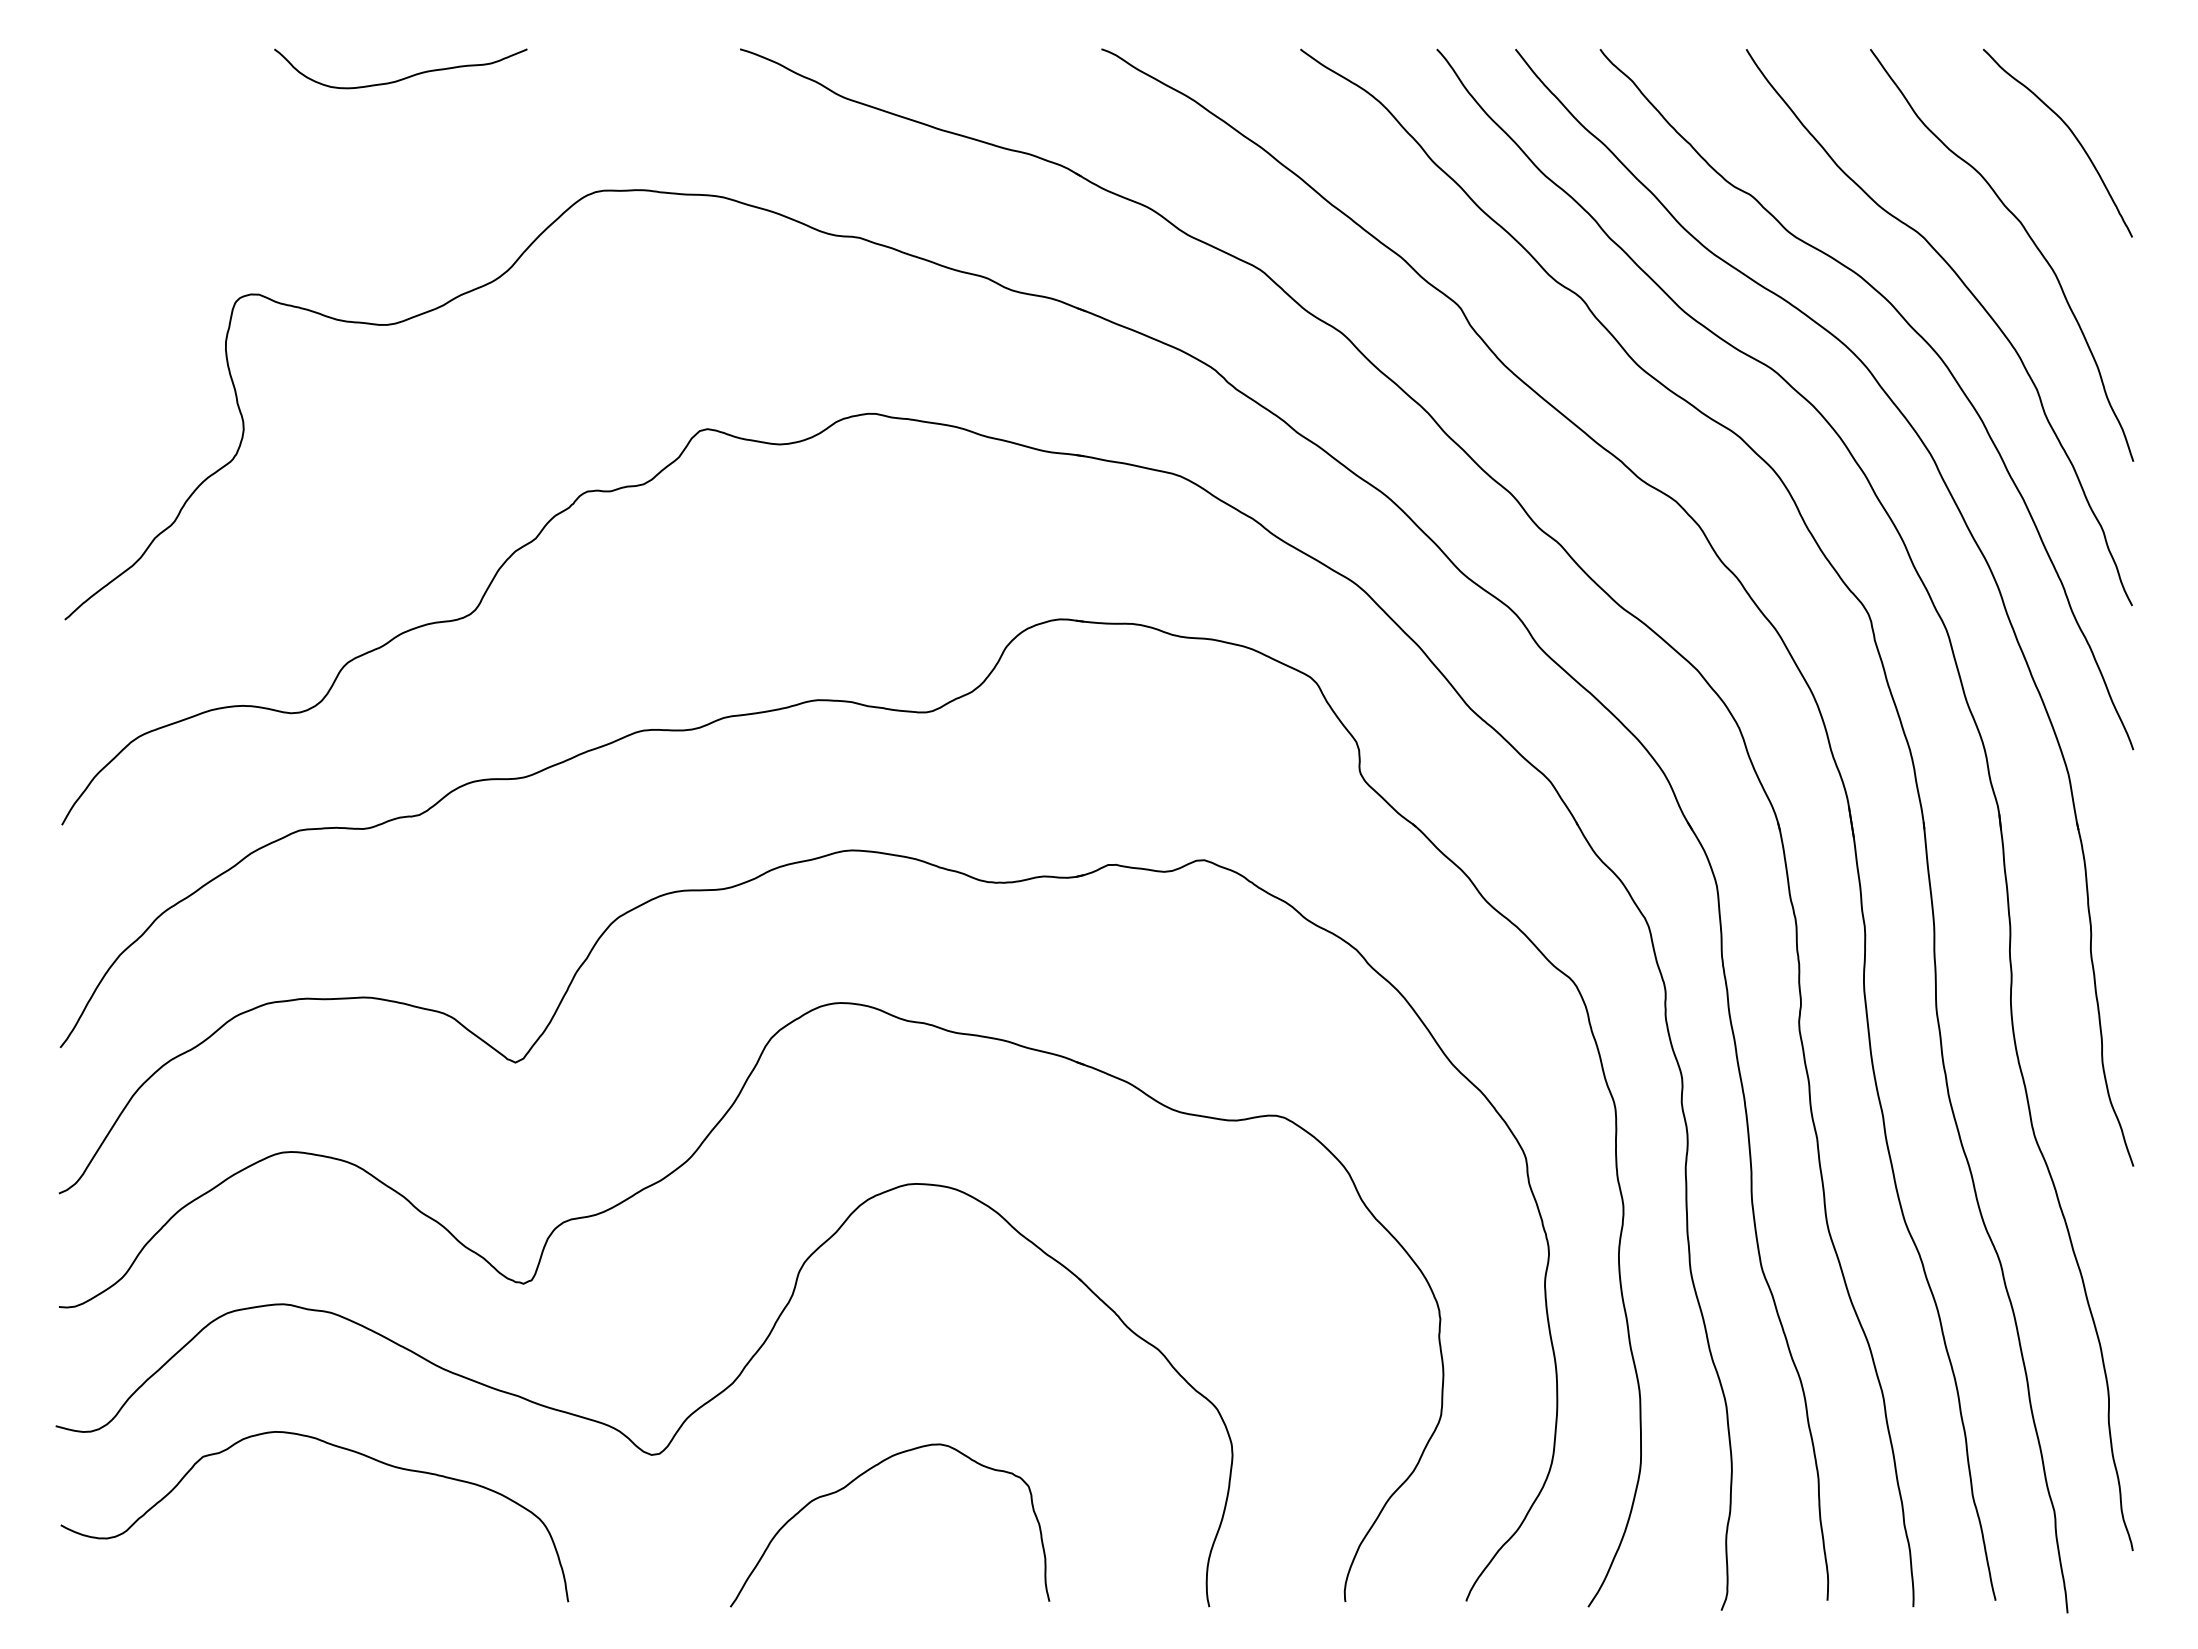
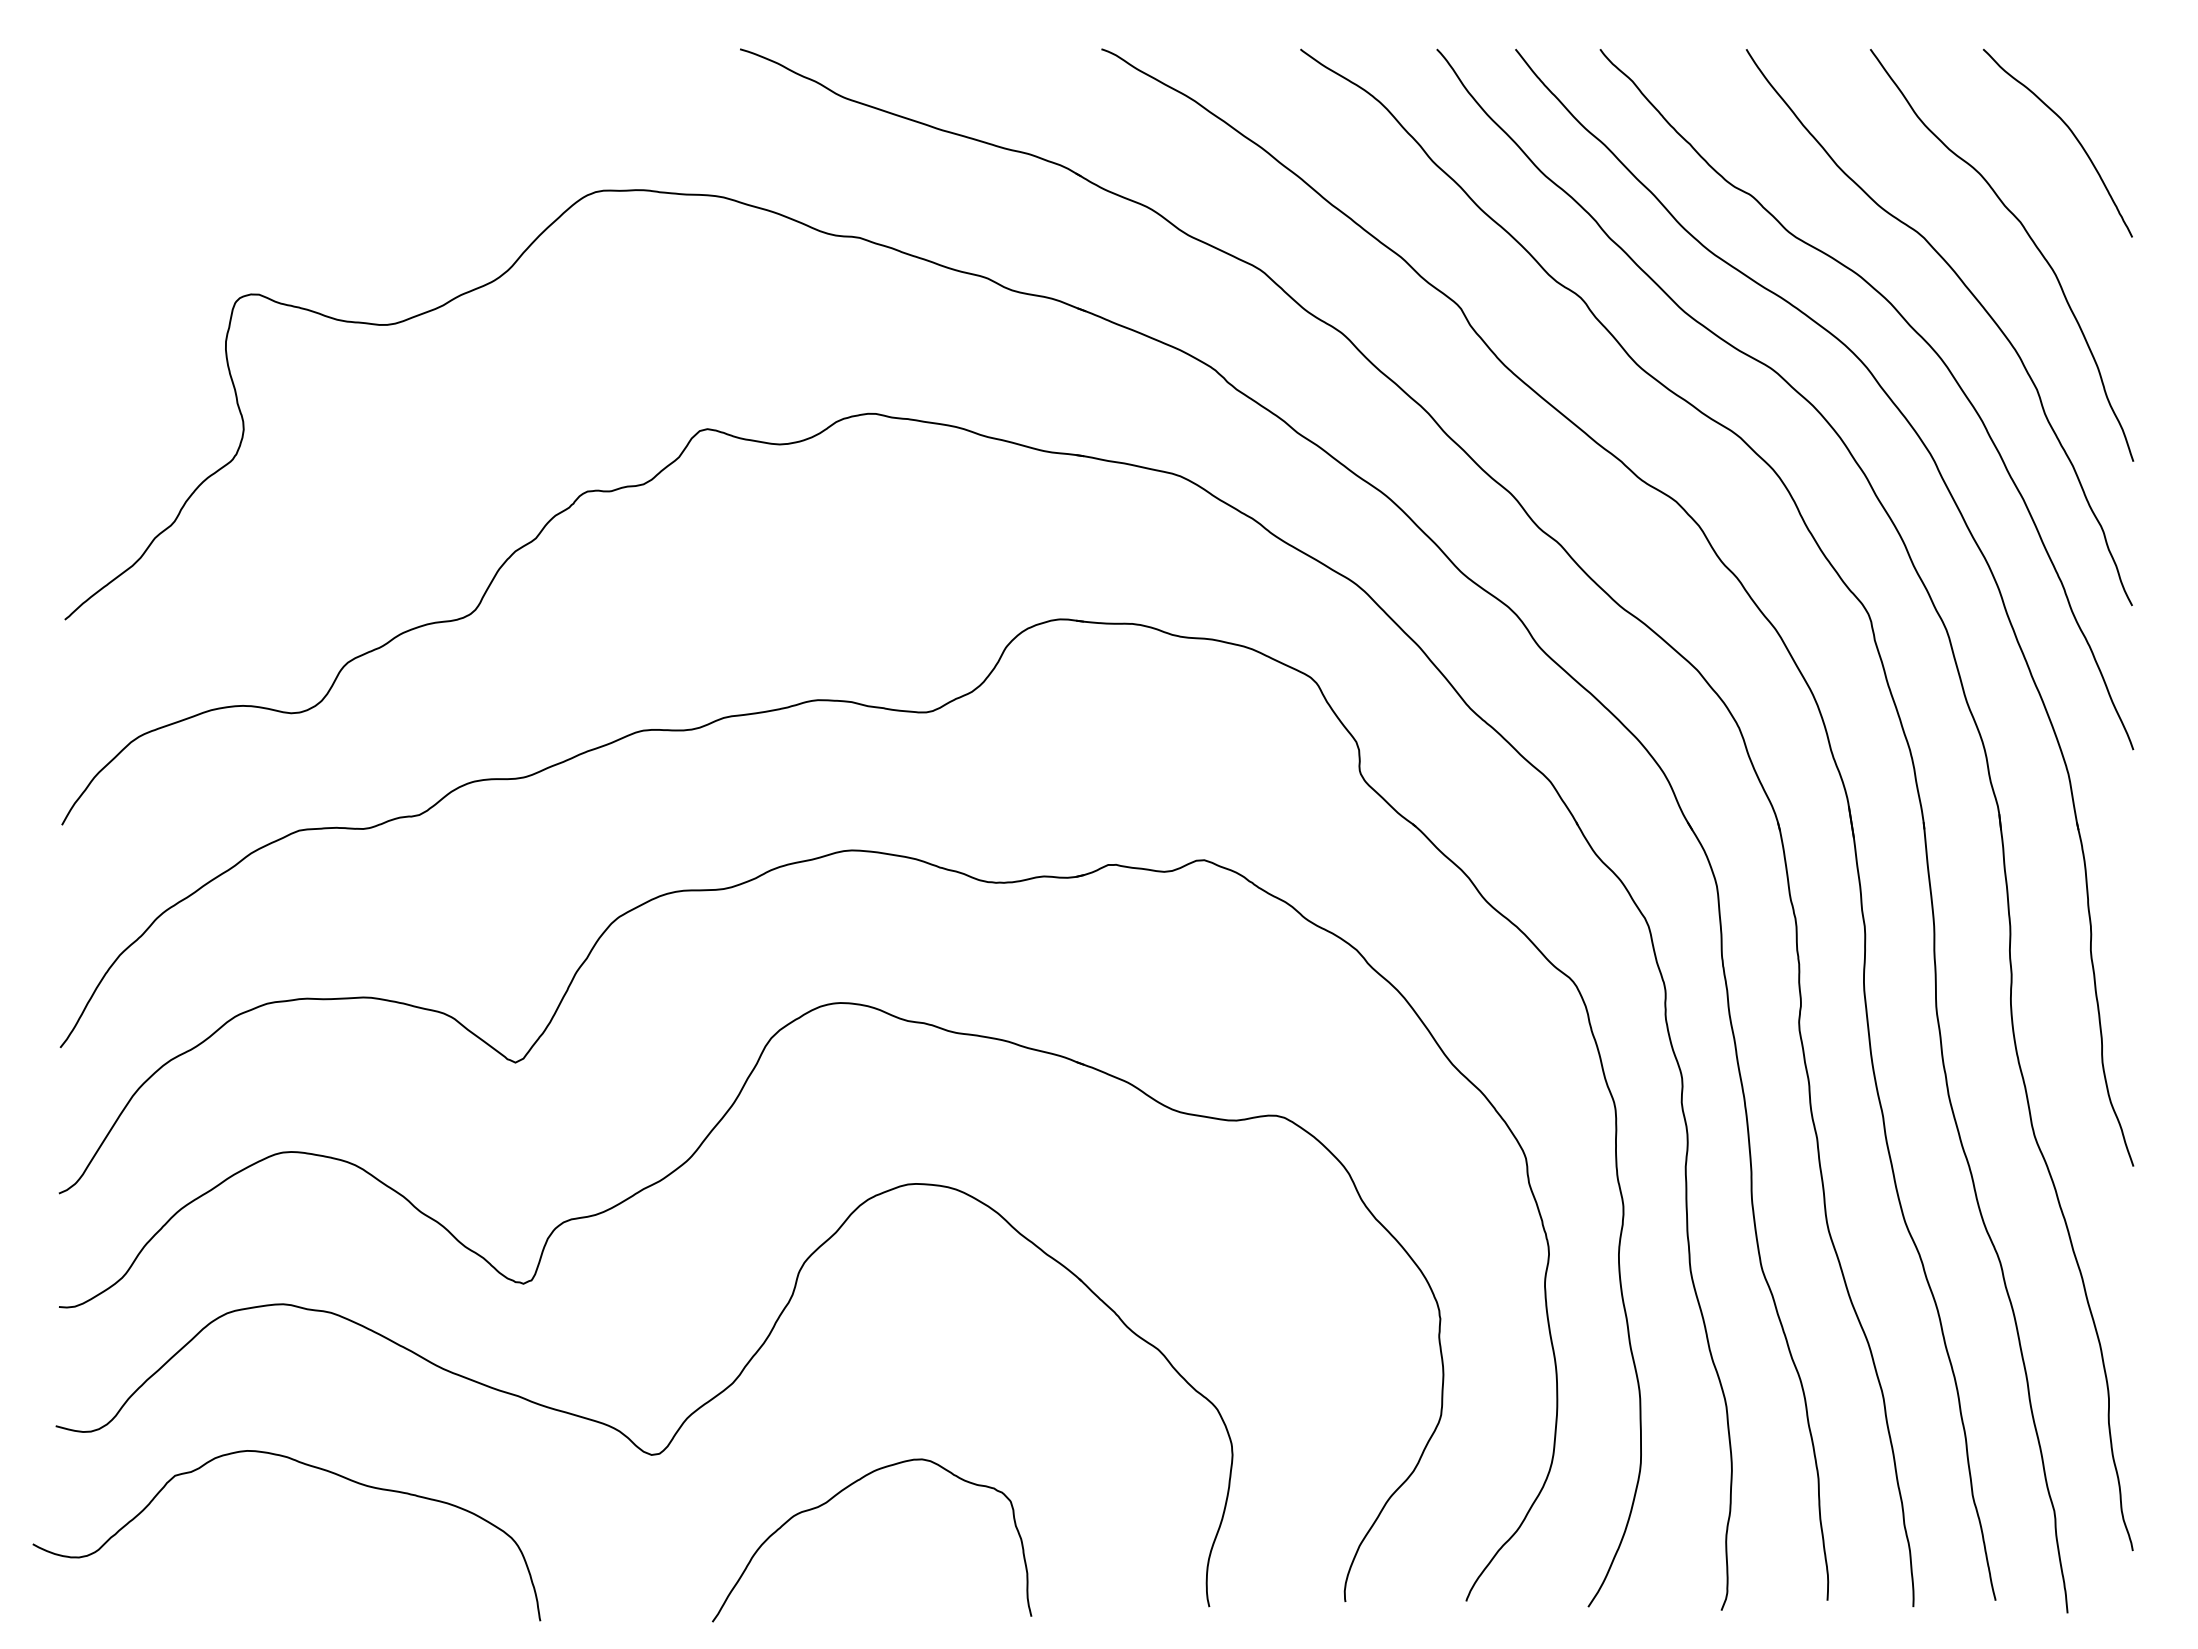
curve at (404, 77): present -> none
curve at (336, 1447) position: (336, 1447) -> (308, 1466)
curve at (855, 1480) position: (855, 1480) -> (837, 1495)
